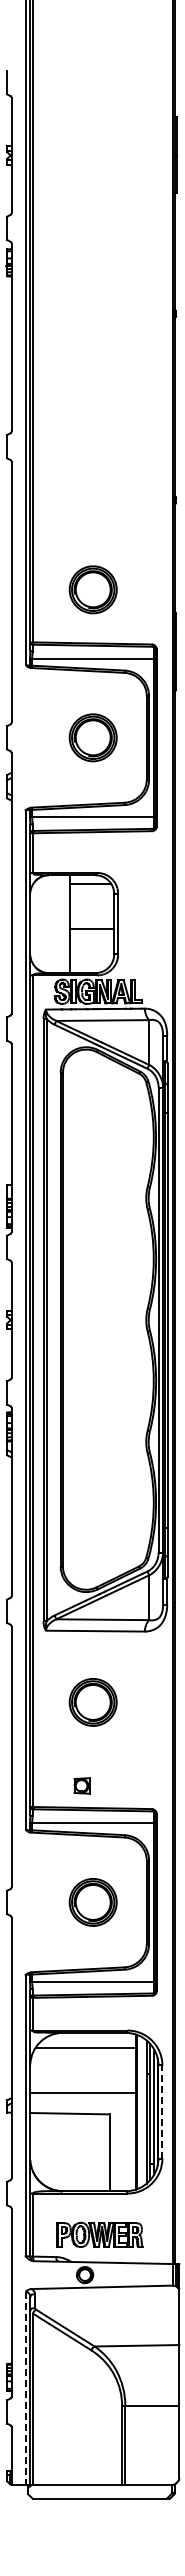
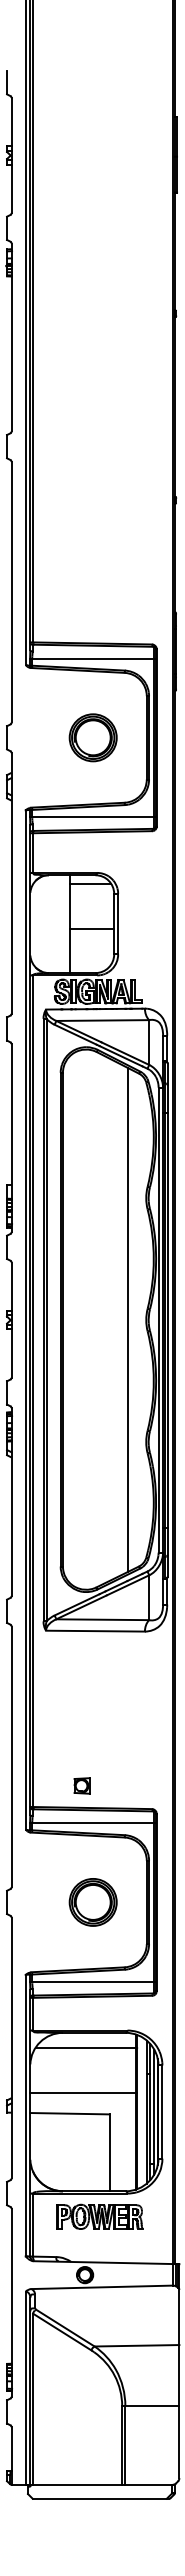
part at (92, 589): present -> none
line at (128, 1319): none -> present
part at (92, 1702): present -> none
line at (162, 2112): dashed -> solid
part at (99, 2234) position: (99, 2234) -> (99, 2216)
line at (25, 2388): dashed -> solid
